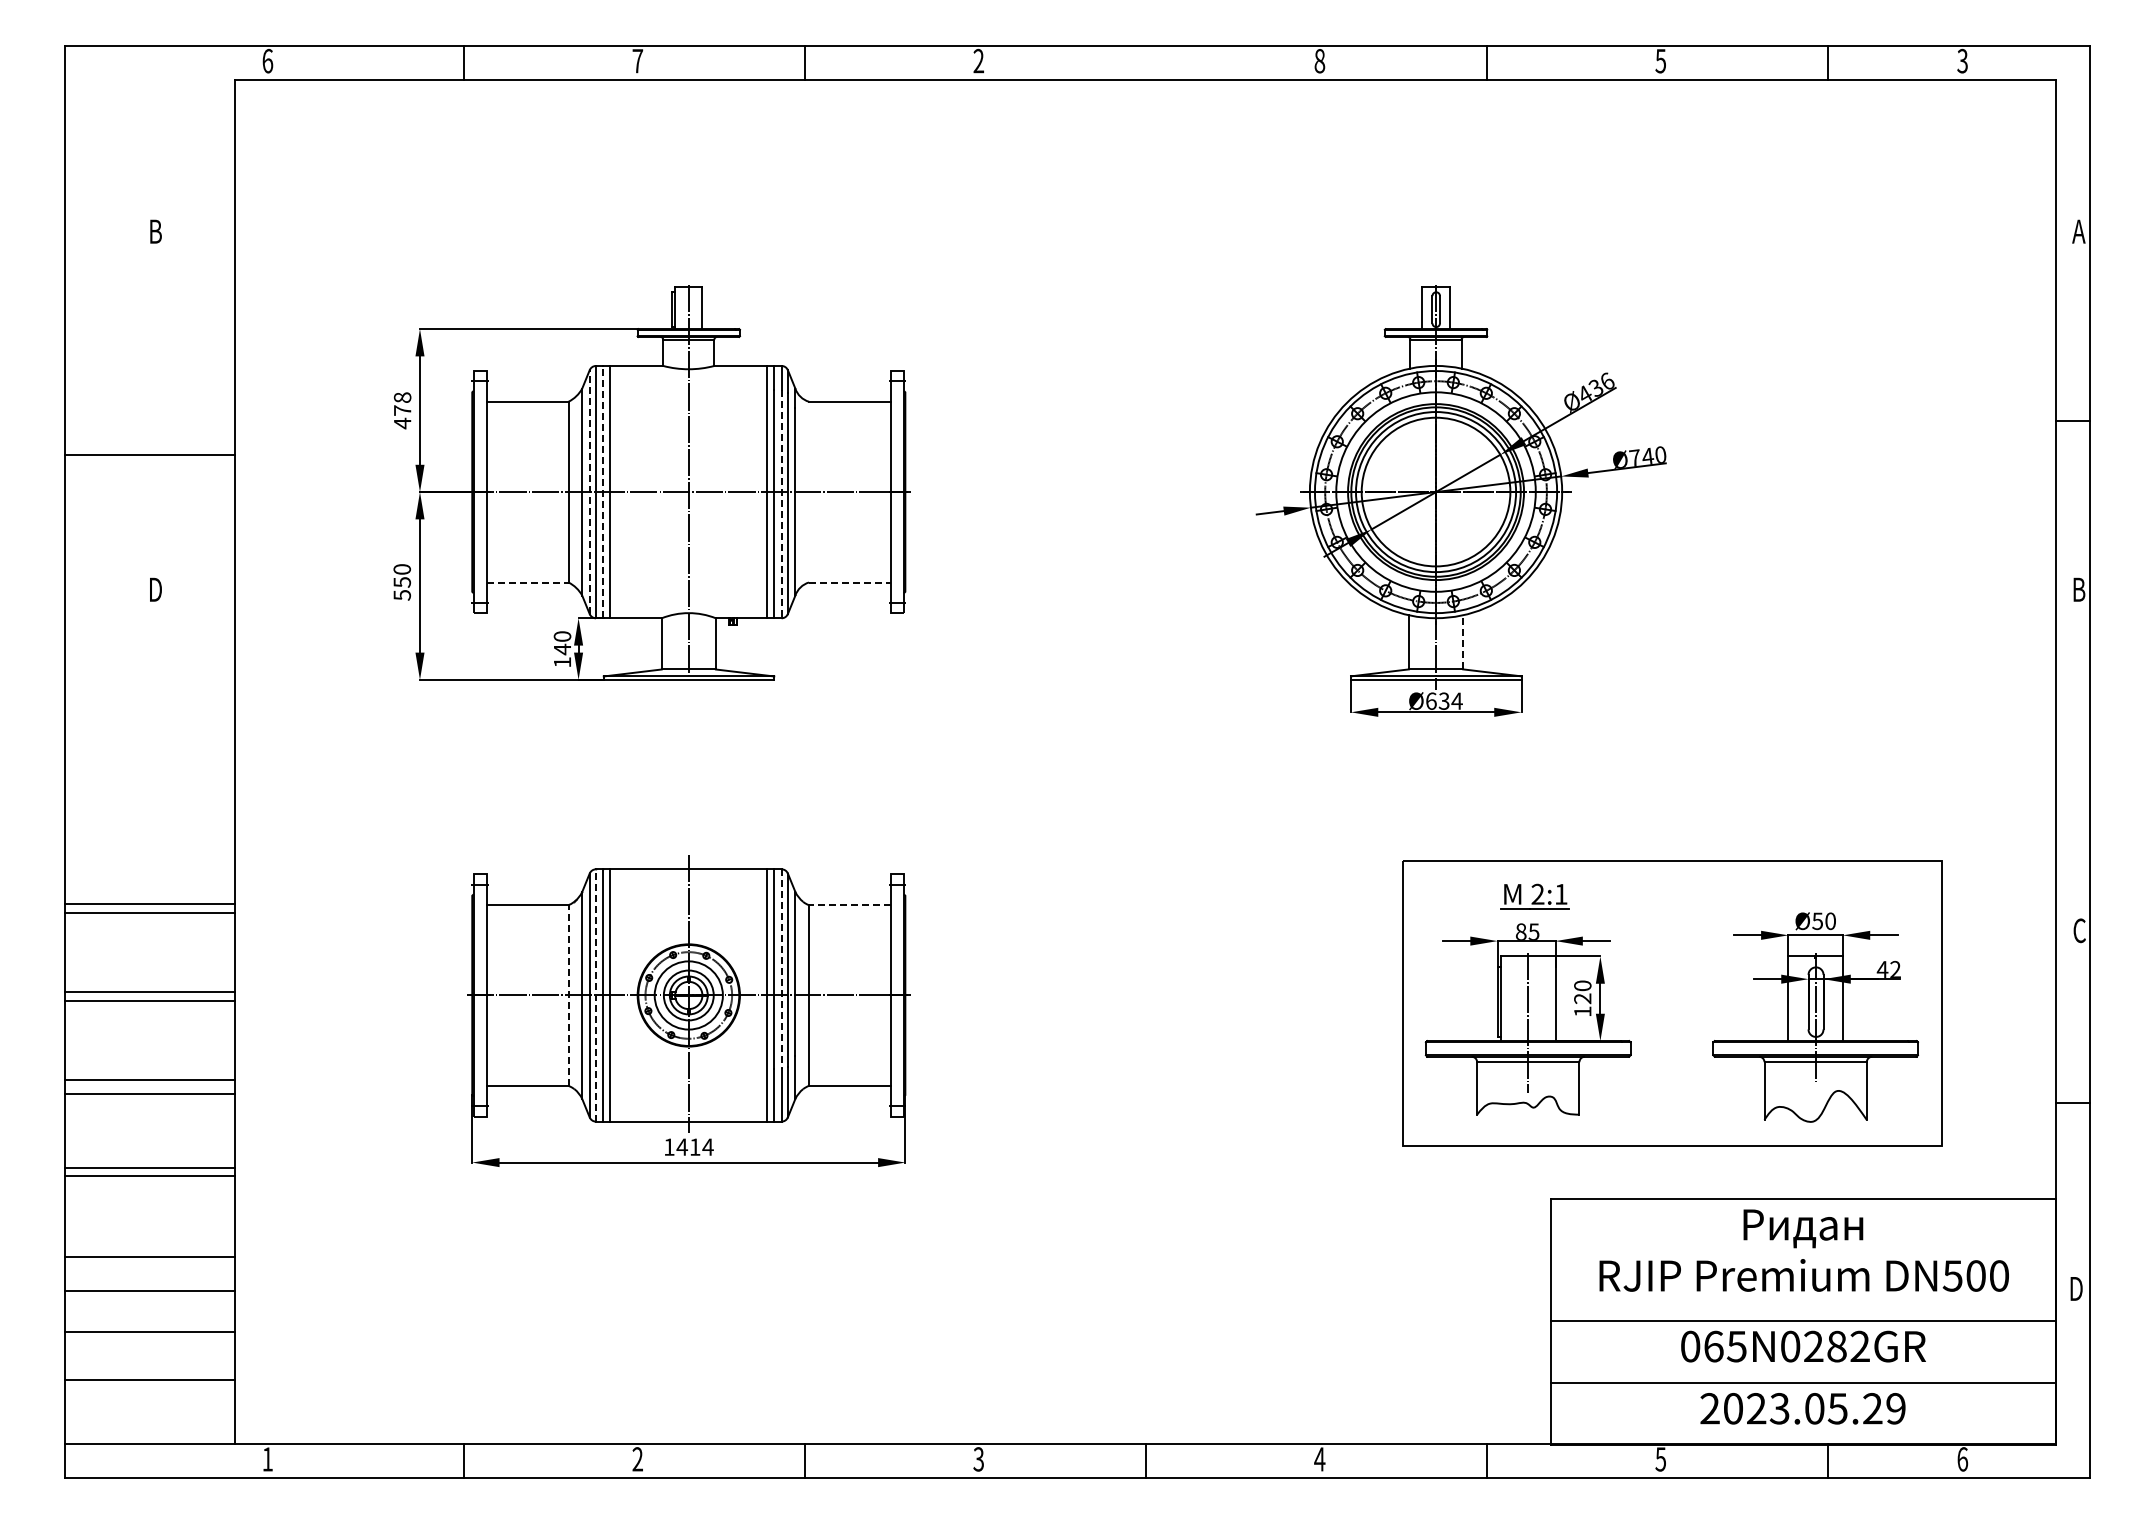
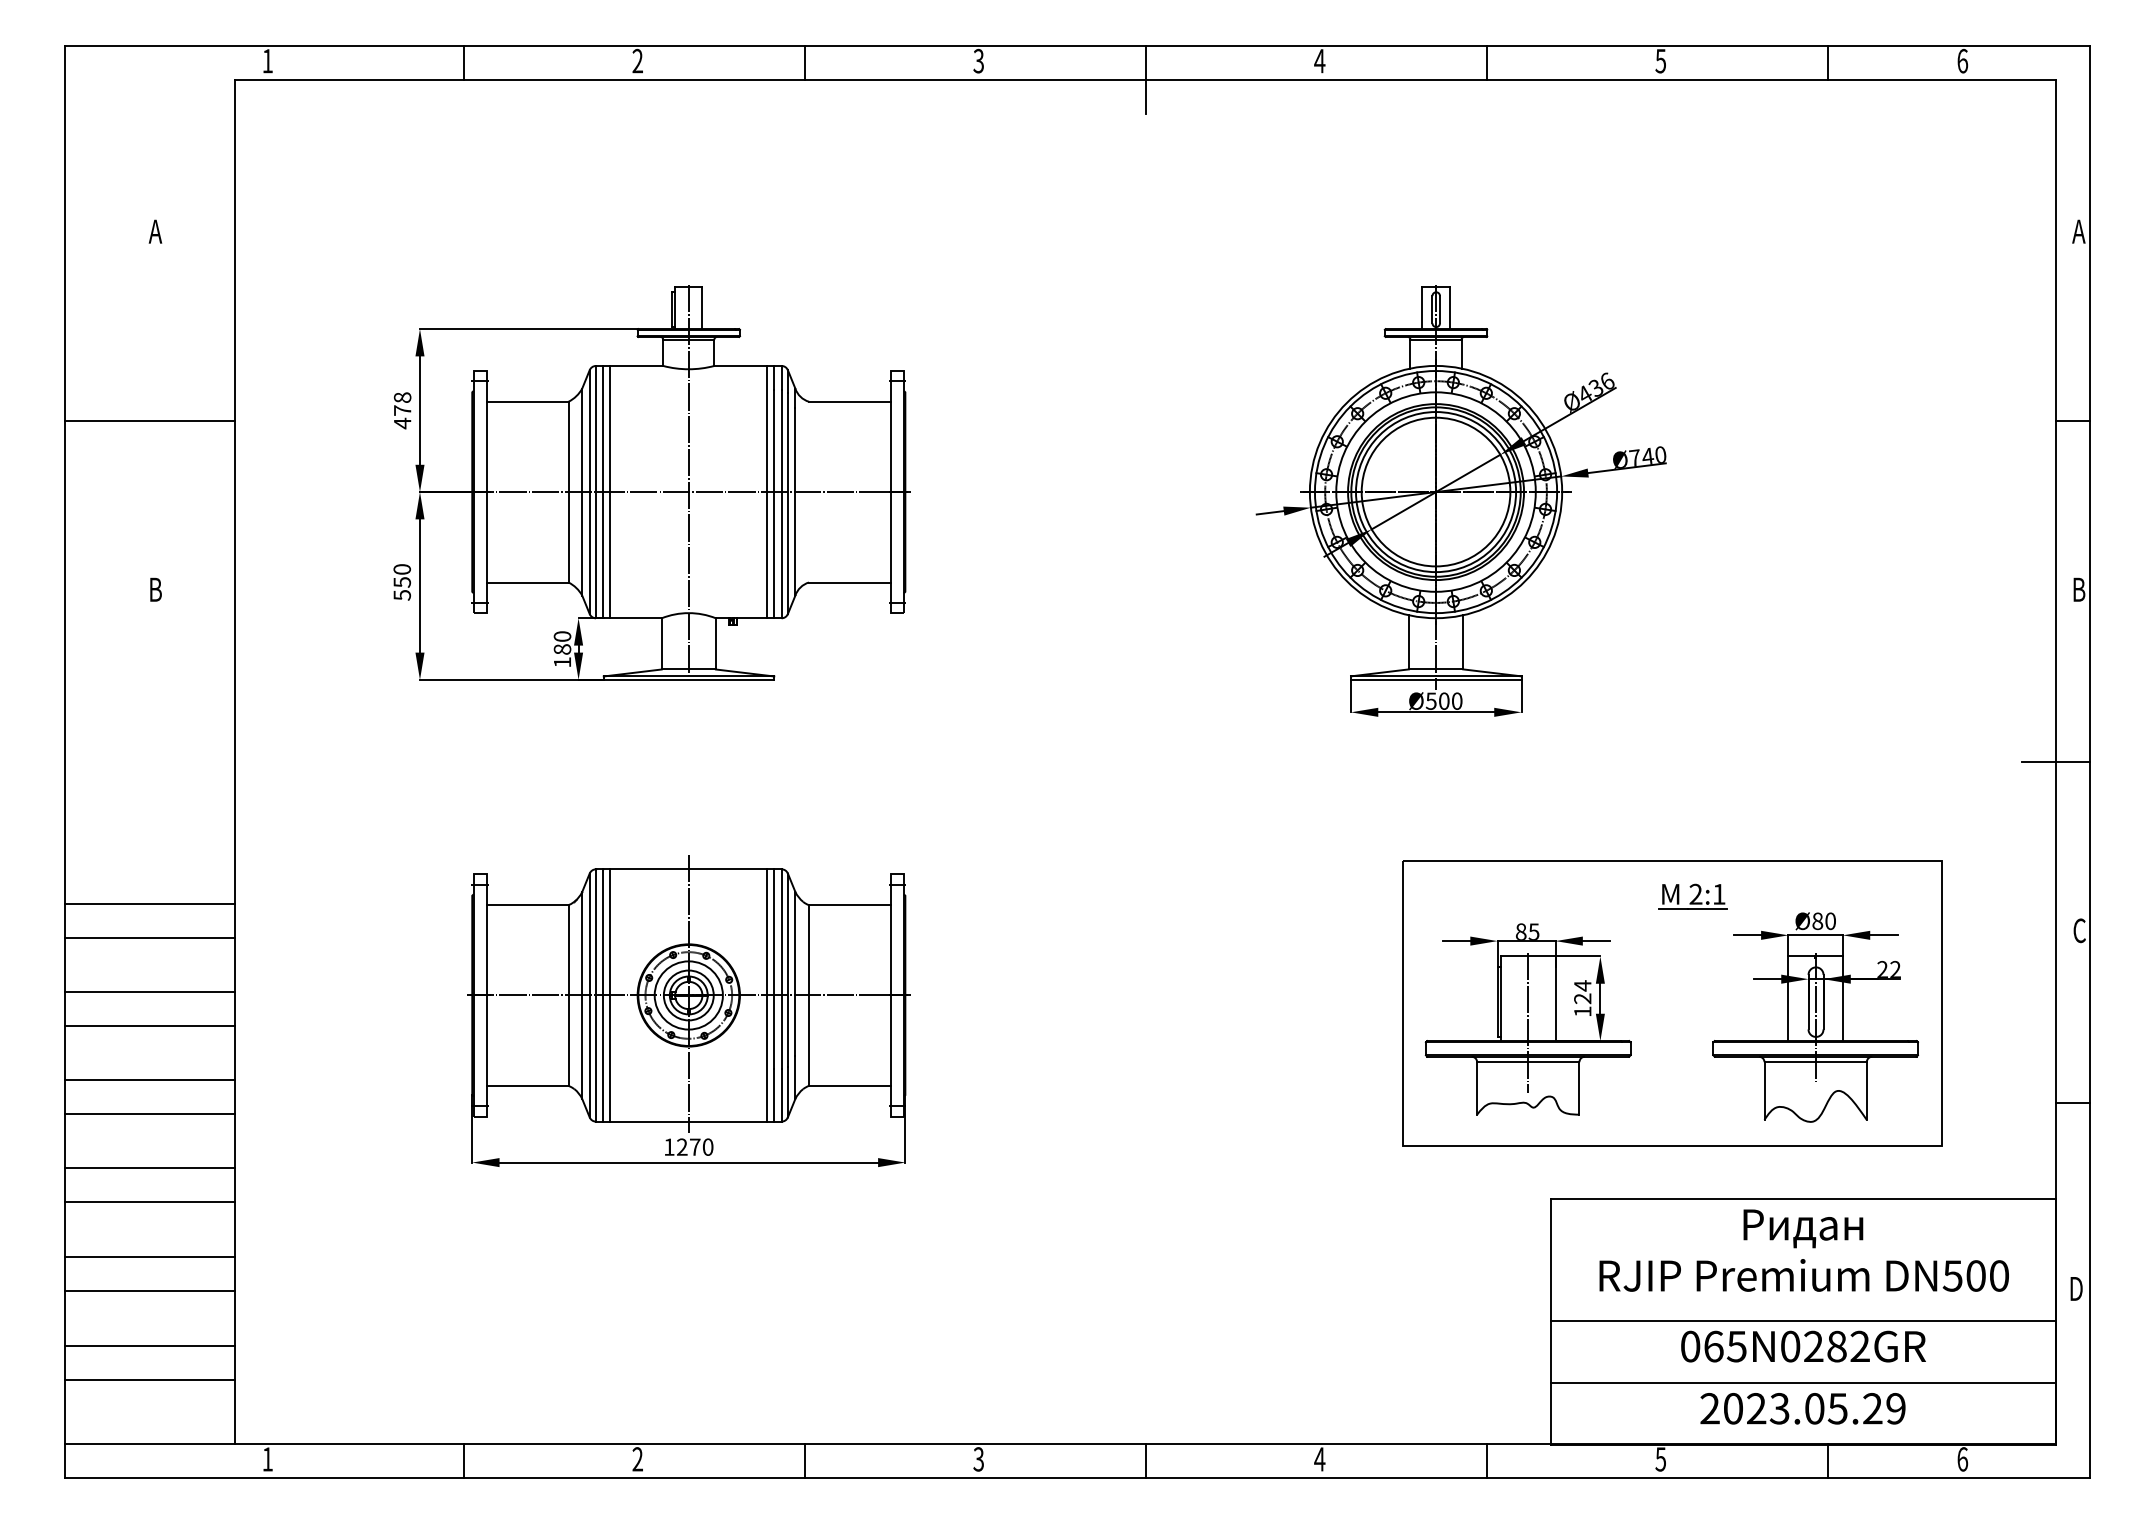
text at (267, 60): 6 -> 1
text at (637, 60): 7 -> 2
text at (1962, 60): 3 -> 6
text at (978, 61): 2 -> 3
text at (1319, 61): 8 -> 4
line at (1145, 79): none -> present
text at (155, 231): B -> A
line at (149, 454) position: (149, 454) -> (149, 420)
line at (603, 491): dashed -> solid
line at (589, 492): dashed -> solid
line at (781, 504): dashed -> solid
line at (528, 582): dashed -> solid
line at (850, 582): dashed -> solid
text at (155, 589): D -> B
line at (1463, 641): dashed -> solid
text at (562, 649): 140 -> 180
text at (1443, 700): Ø634 -> Ø500
line at (2056, 762): none -> present
part at (1534, 896) position: (1534, 896) -> (1692, 896)
line at (849, 905): dashed -> solid
line at (149, 912) position: (149, 912) -> (149, 937)
text at (1817, 920): Ø50 -> Ø80
text at (1882, 968): 42 -> 22
line at (781, 969): dashed -> solid
text at (1582, 985): 120 -> 124
line at (568, 994): dashed -> solid
line at (596, 994): dashed -> solid
line at (149, 1001) position: (149, 1001) -> (149, 1026)
line at (149, 1093) position: (149, 1093) -> (149, 1113)
text at (694, 1146): 1414 -> 1270
line at (149, 1176) position: (149, 1176) -> (149, 1202)
line at (149, 1331) position: (149, 1331) -> (149, 1345)
